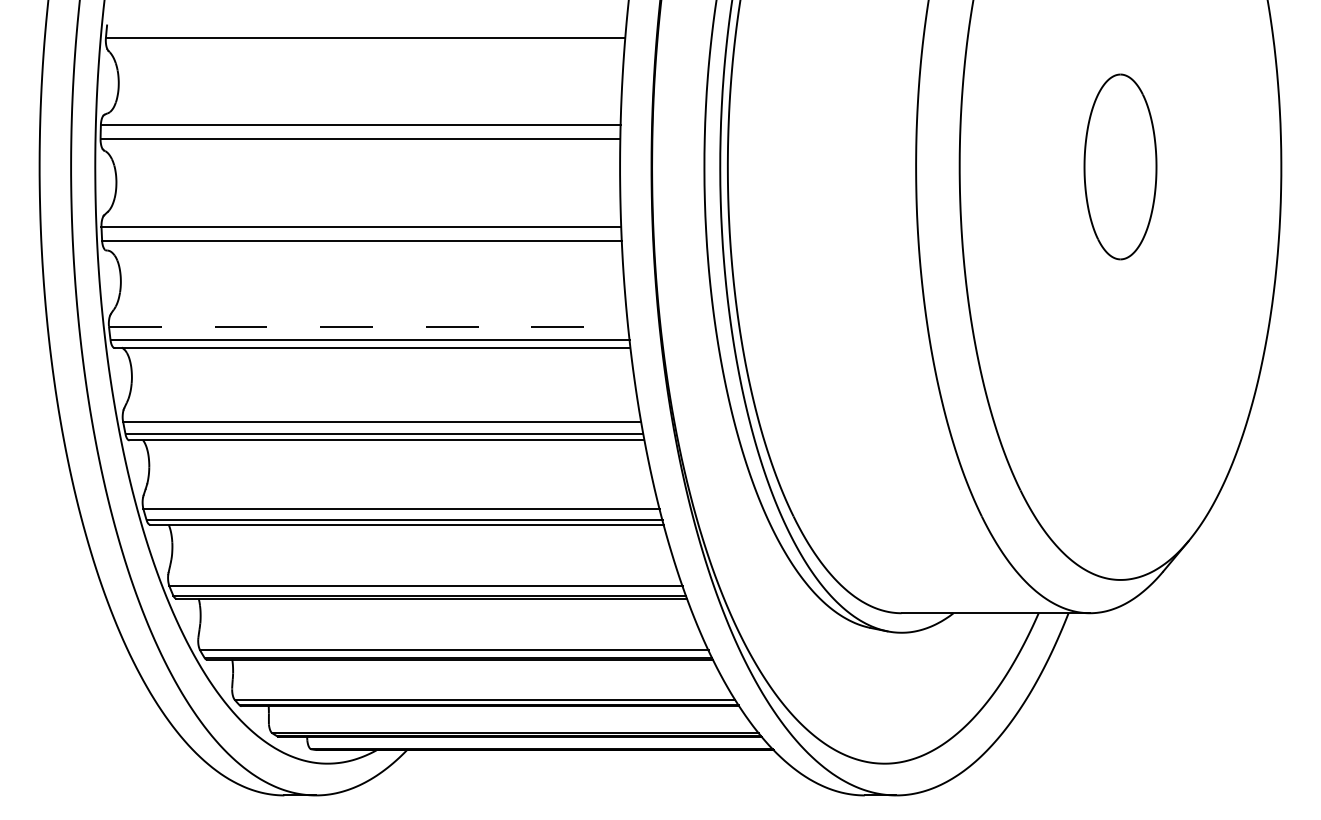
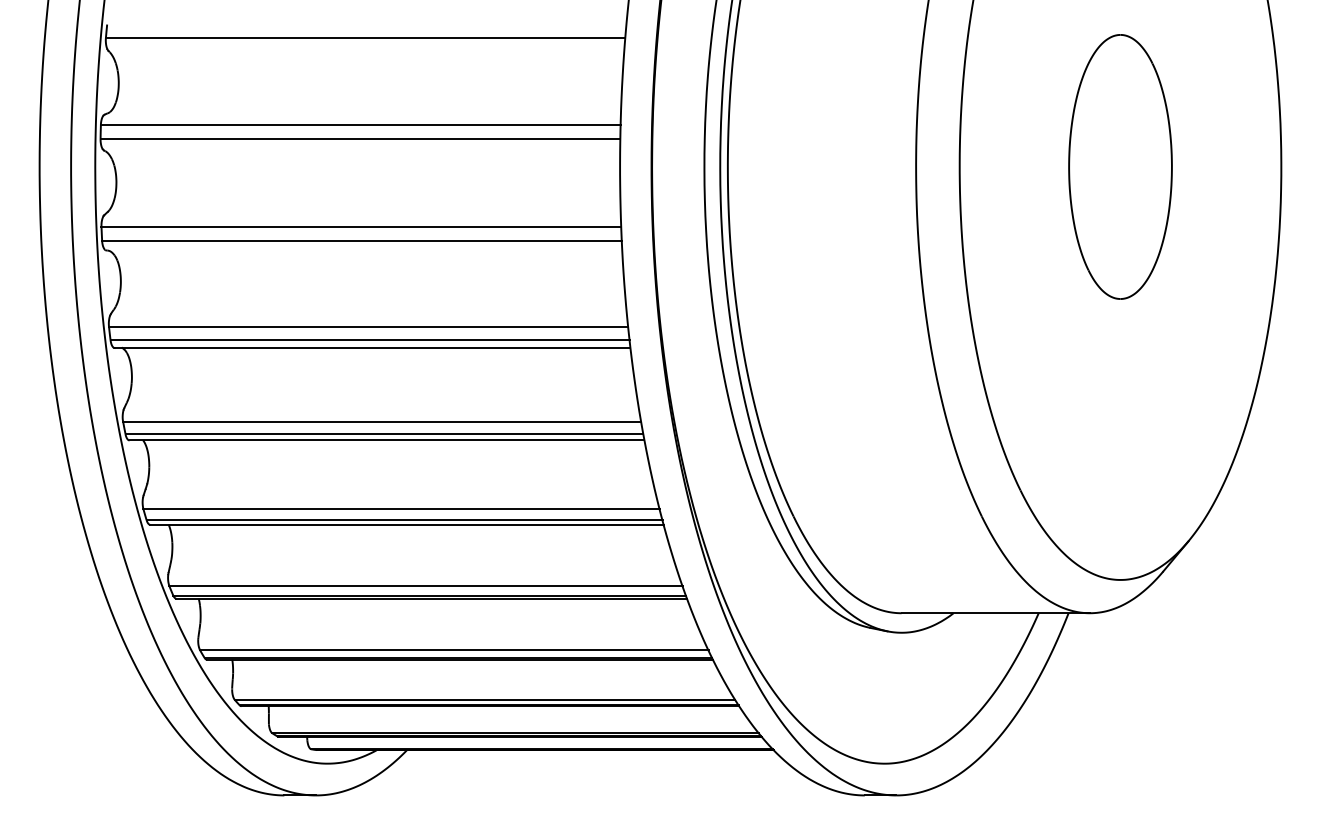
part at (1120, 166) size: 75x188 px -> 105x266 px
line at (368, 326): dashed -> solid
